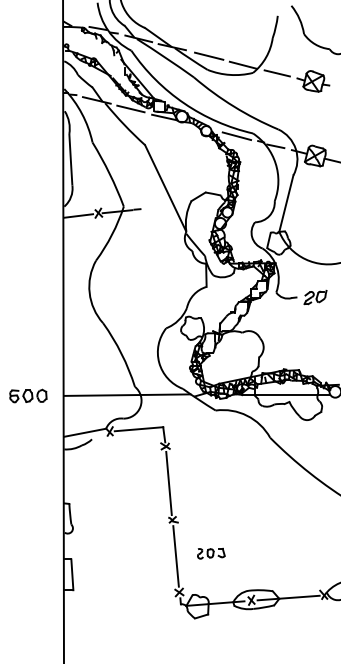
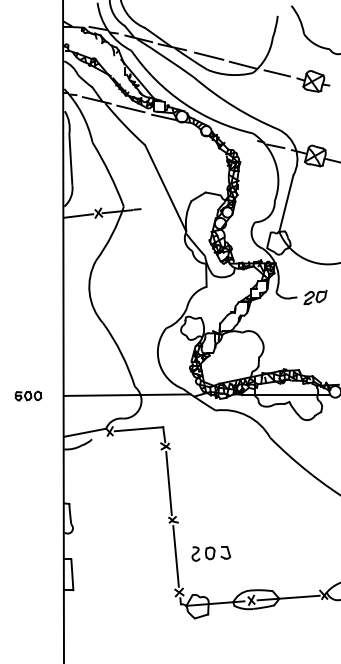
line at (236, 136): present -> none
part at (28, 395) size: 39x16 px -> 29x12 px
part at (211, 553) size: 29x13 px -> 41x16 px
